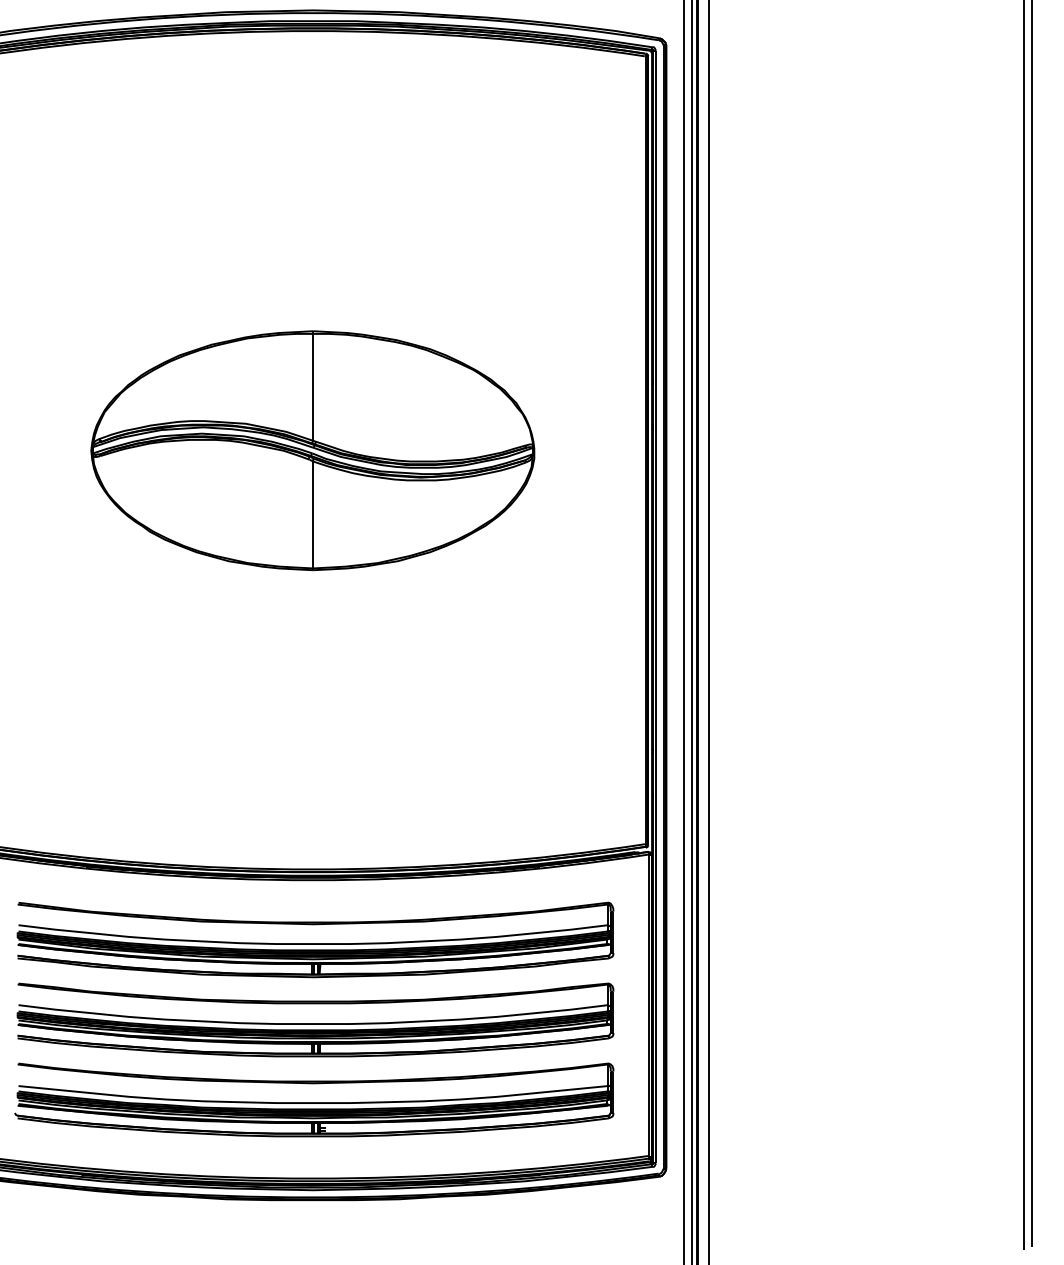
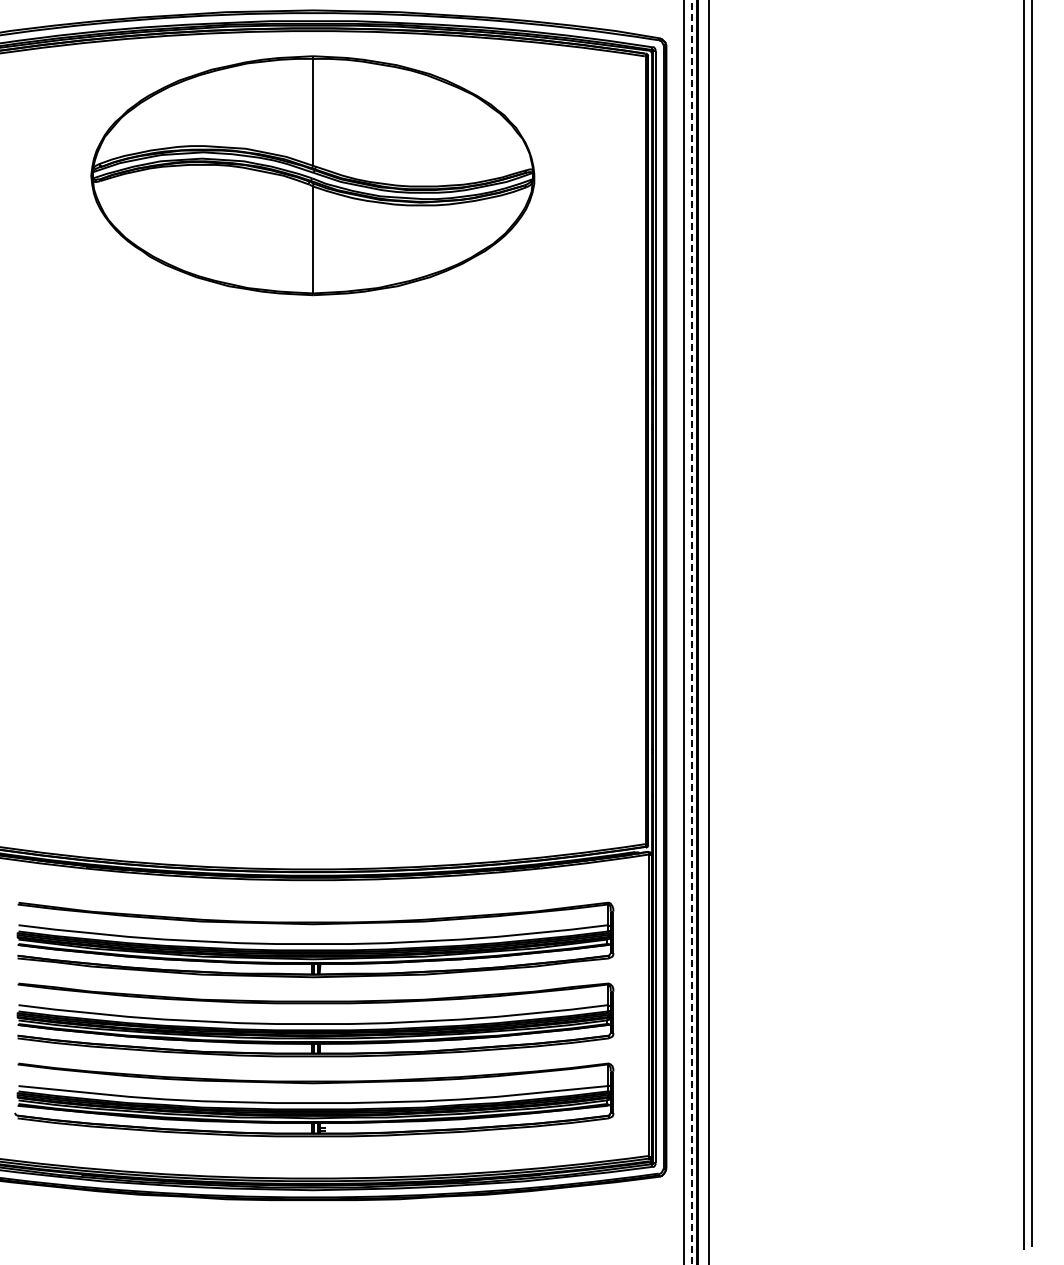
part at (312, 450) position: (312, 450) -> (312, 175)
line at (691, 632): solid -> dashed
